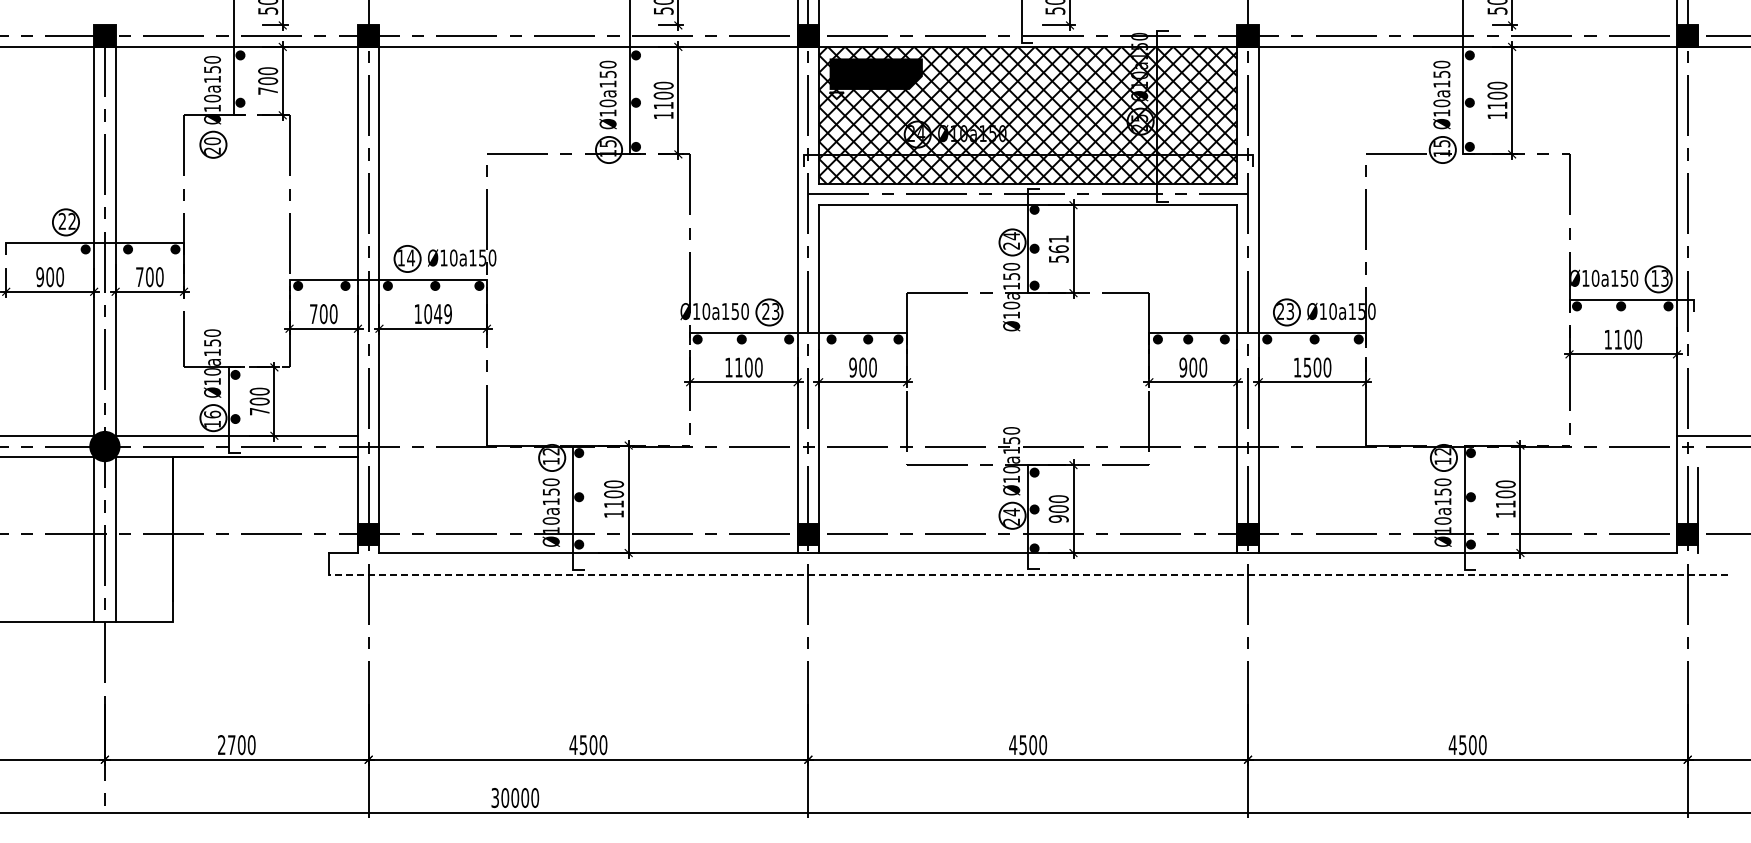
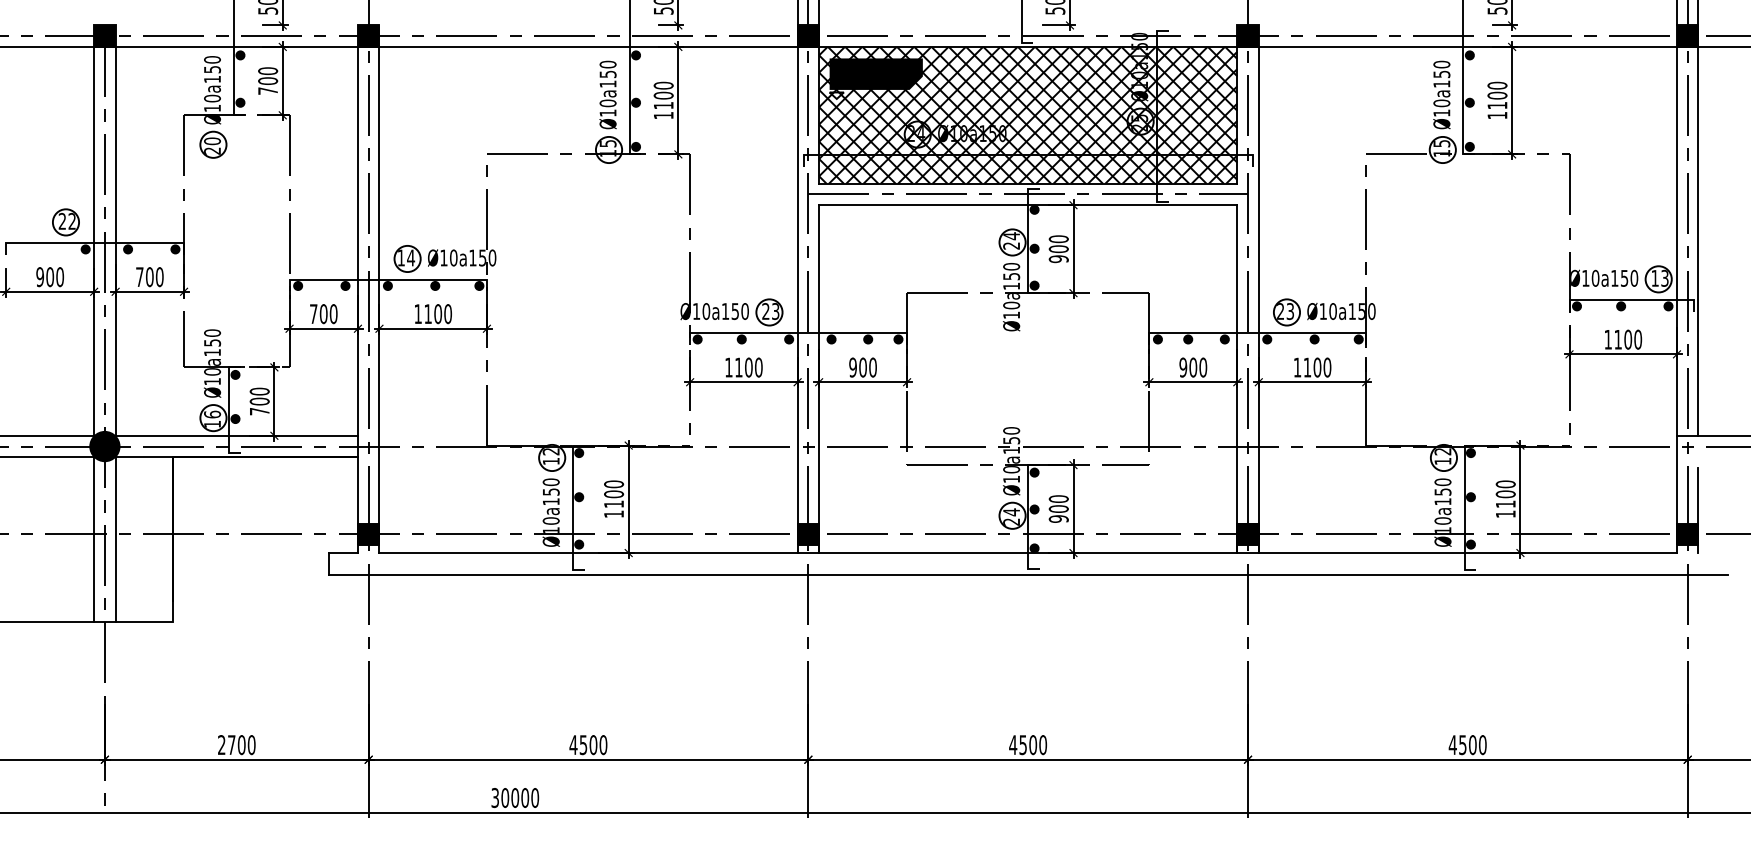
line at (1698, 218): none -> present
text at (1058, 249): 561 -> 900
text at (437, 314): 1049 -> 1100
text at (1307, 367): 1500 -> 1100
line at (1028, 574): dashed -> solid
